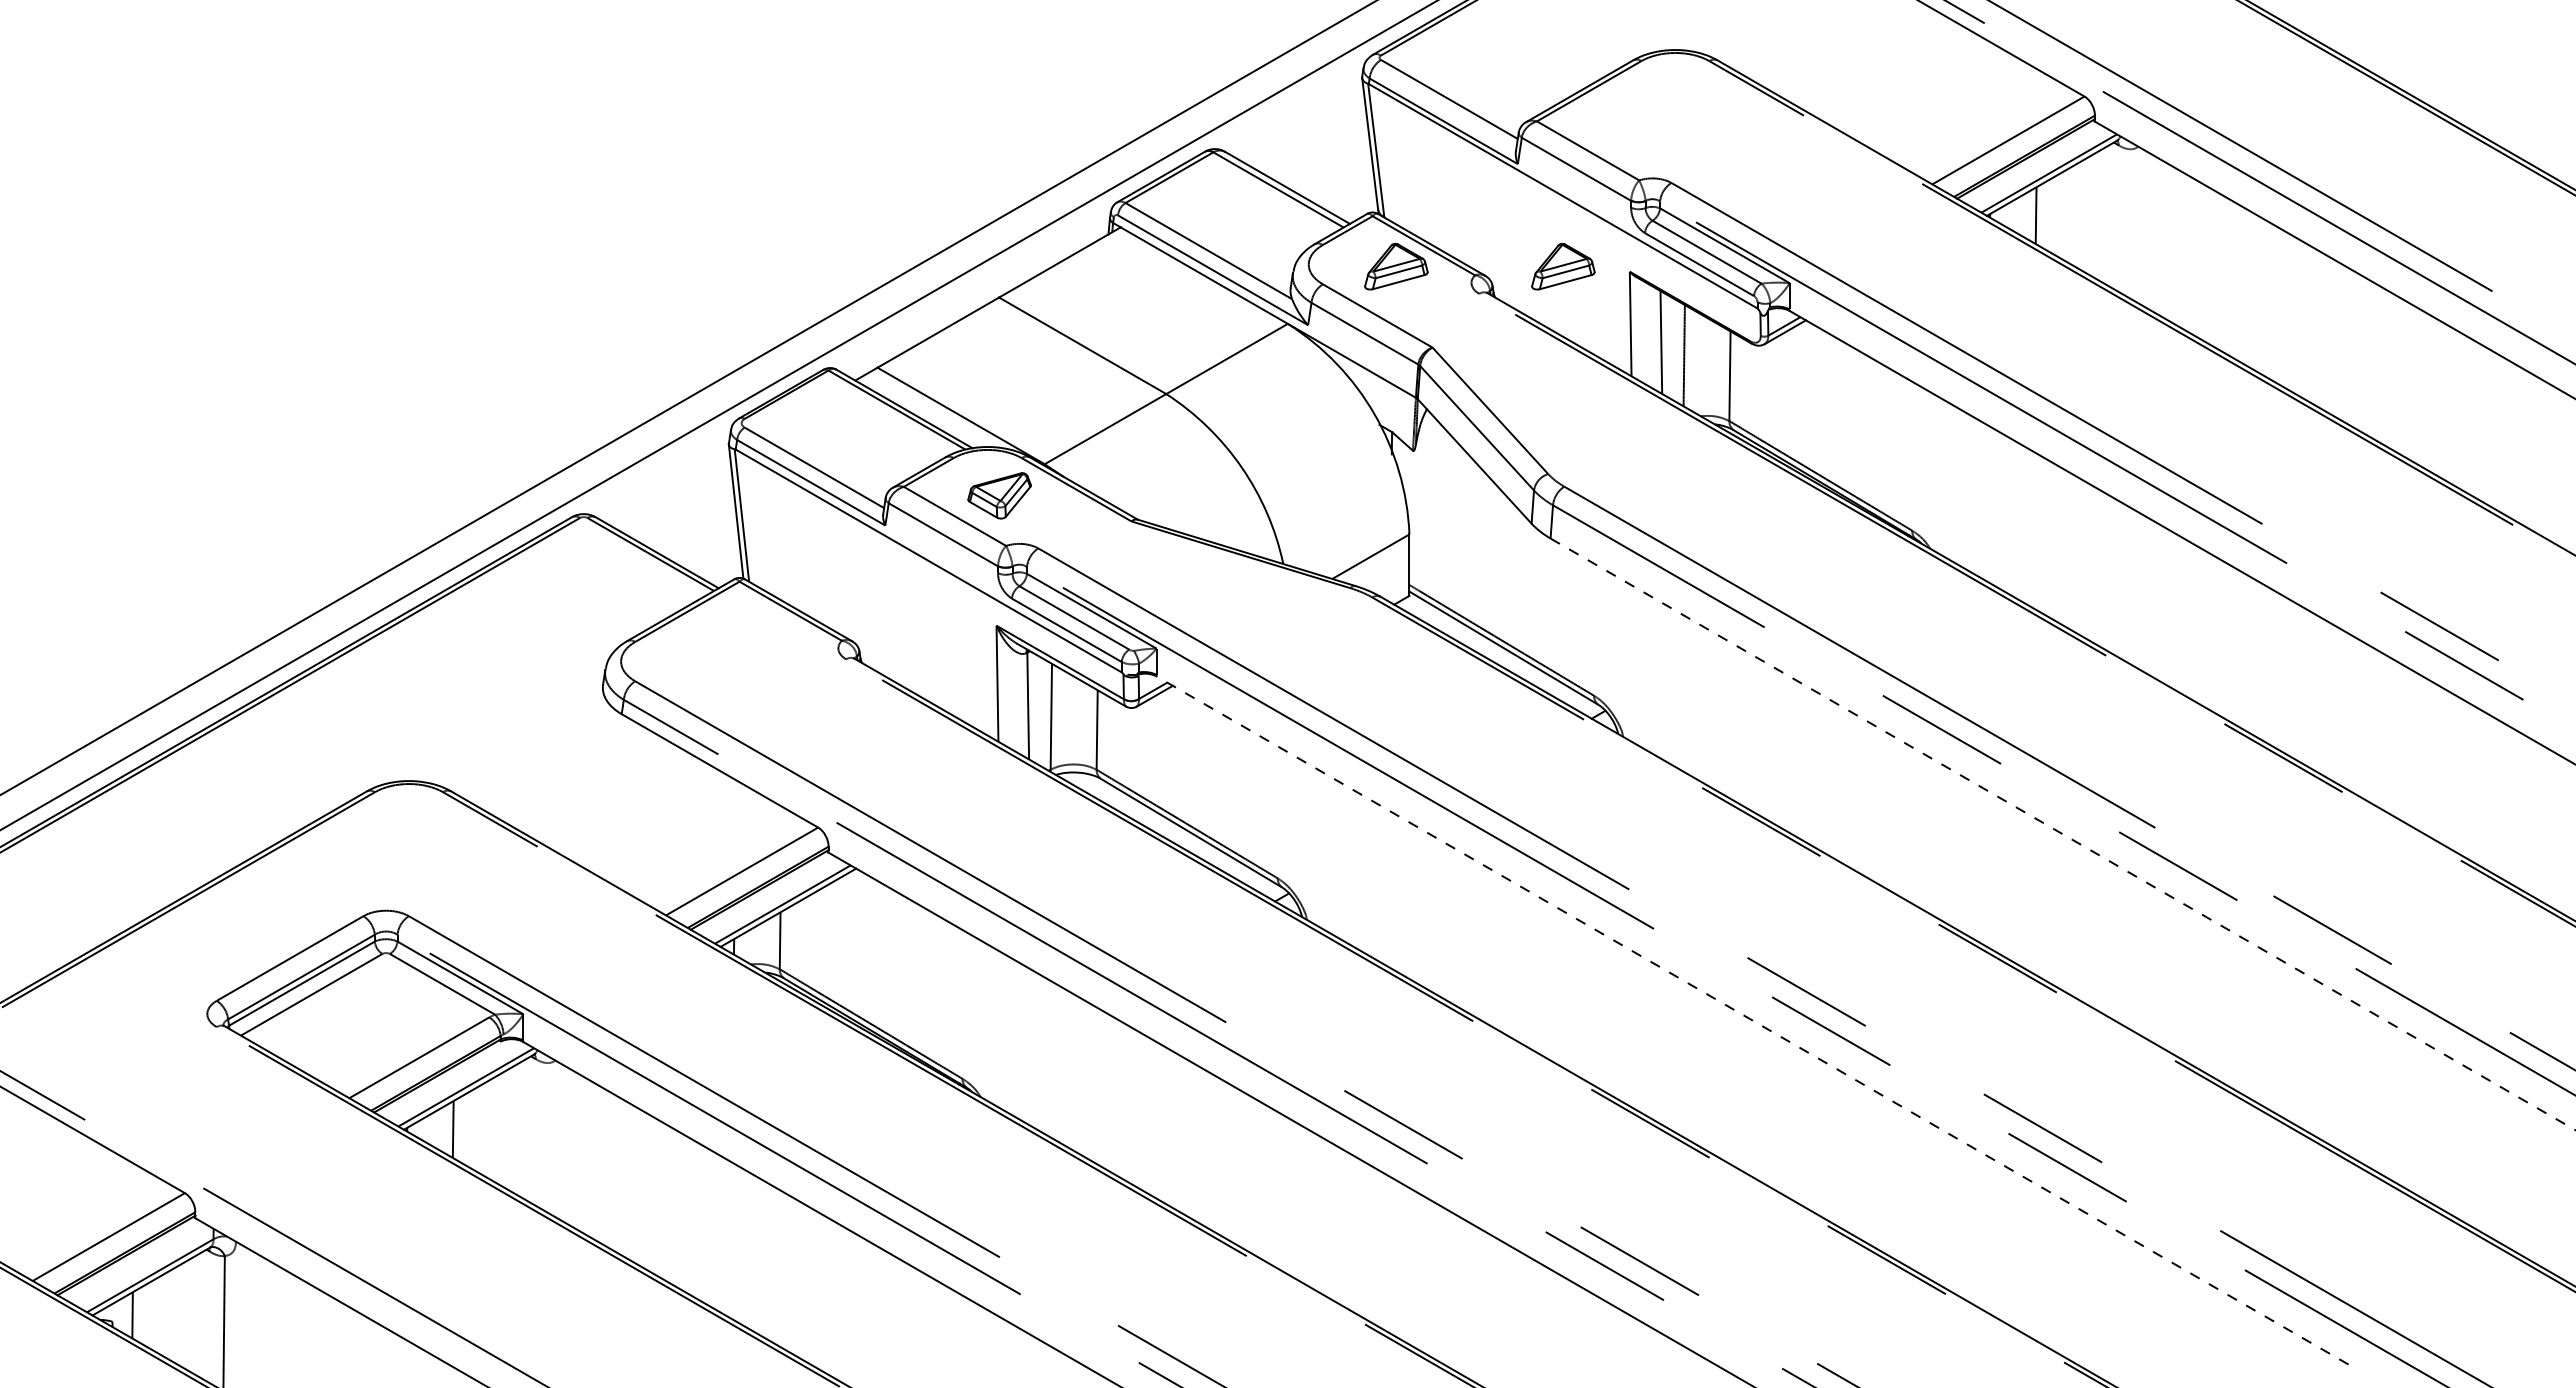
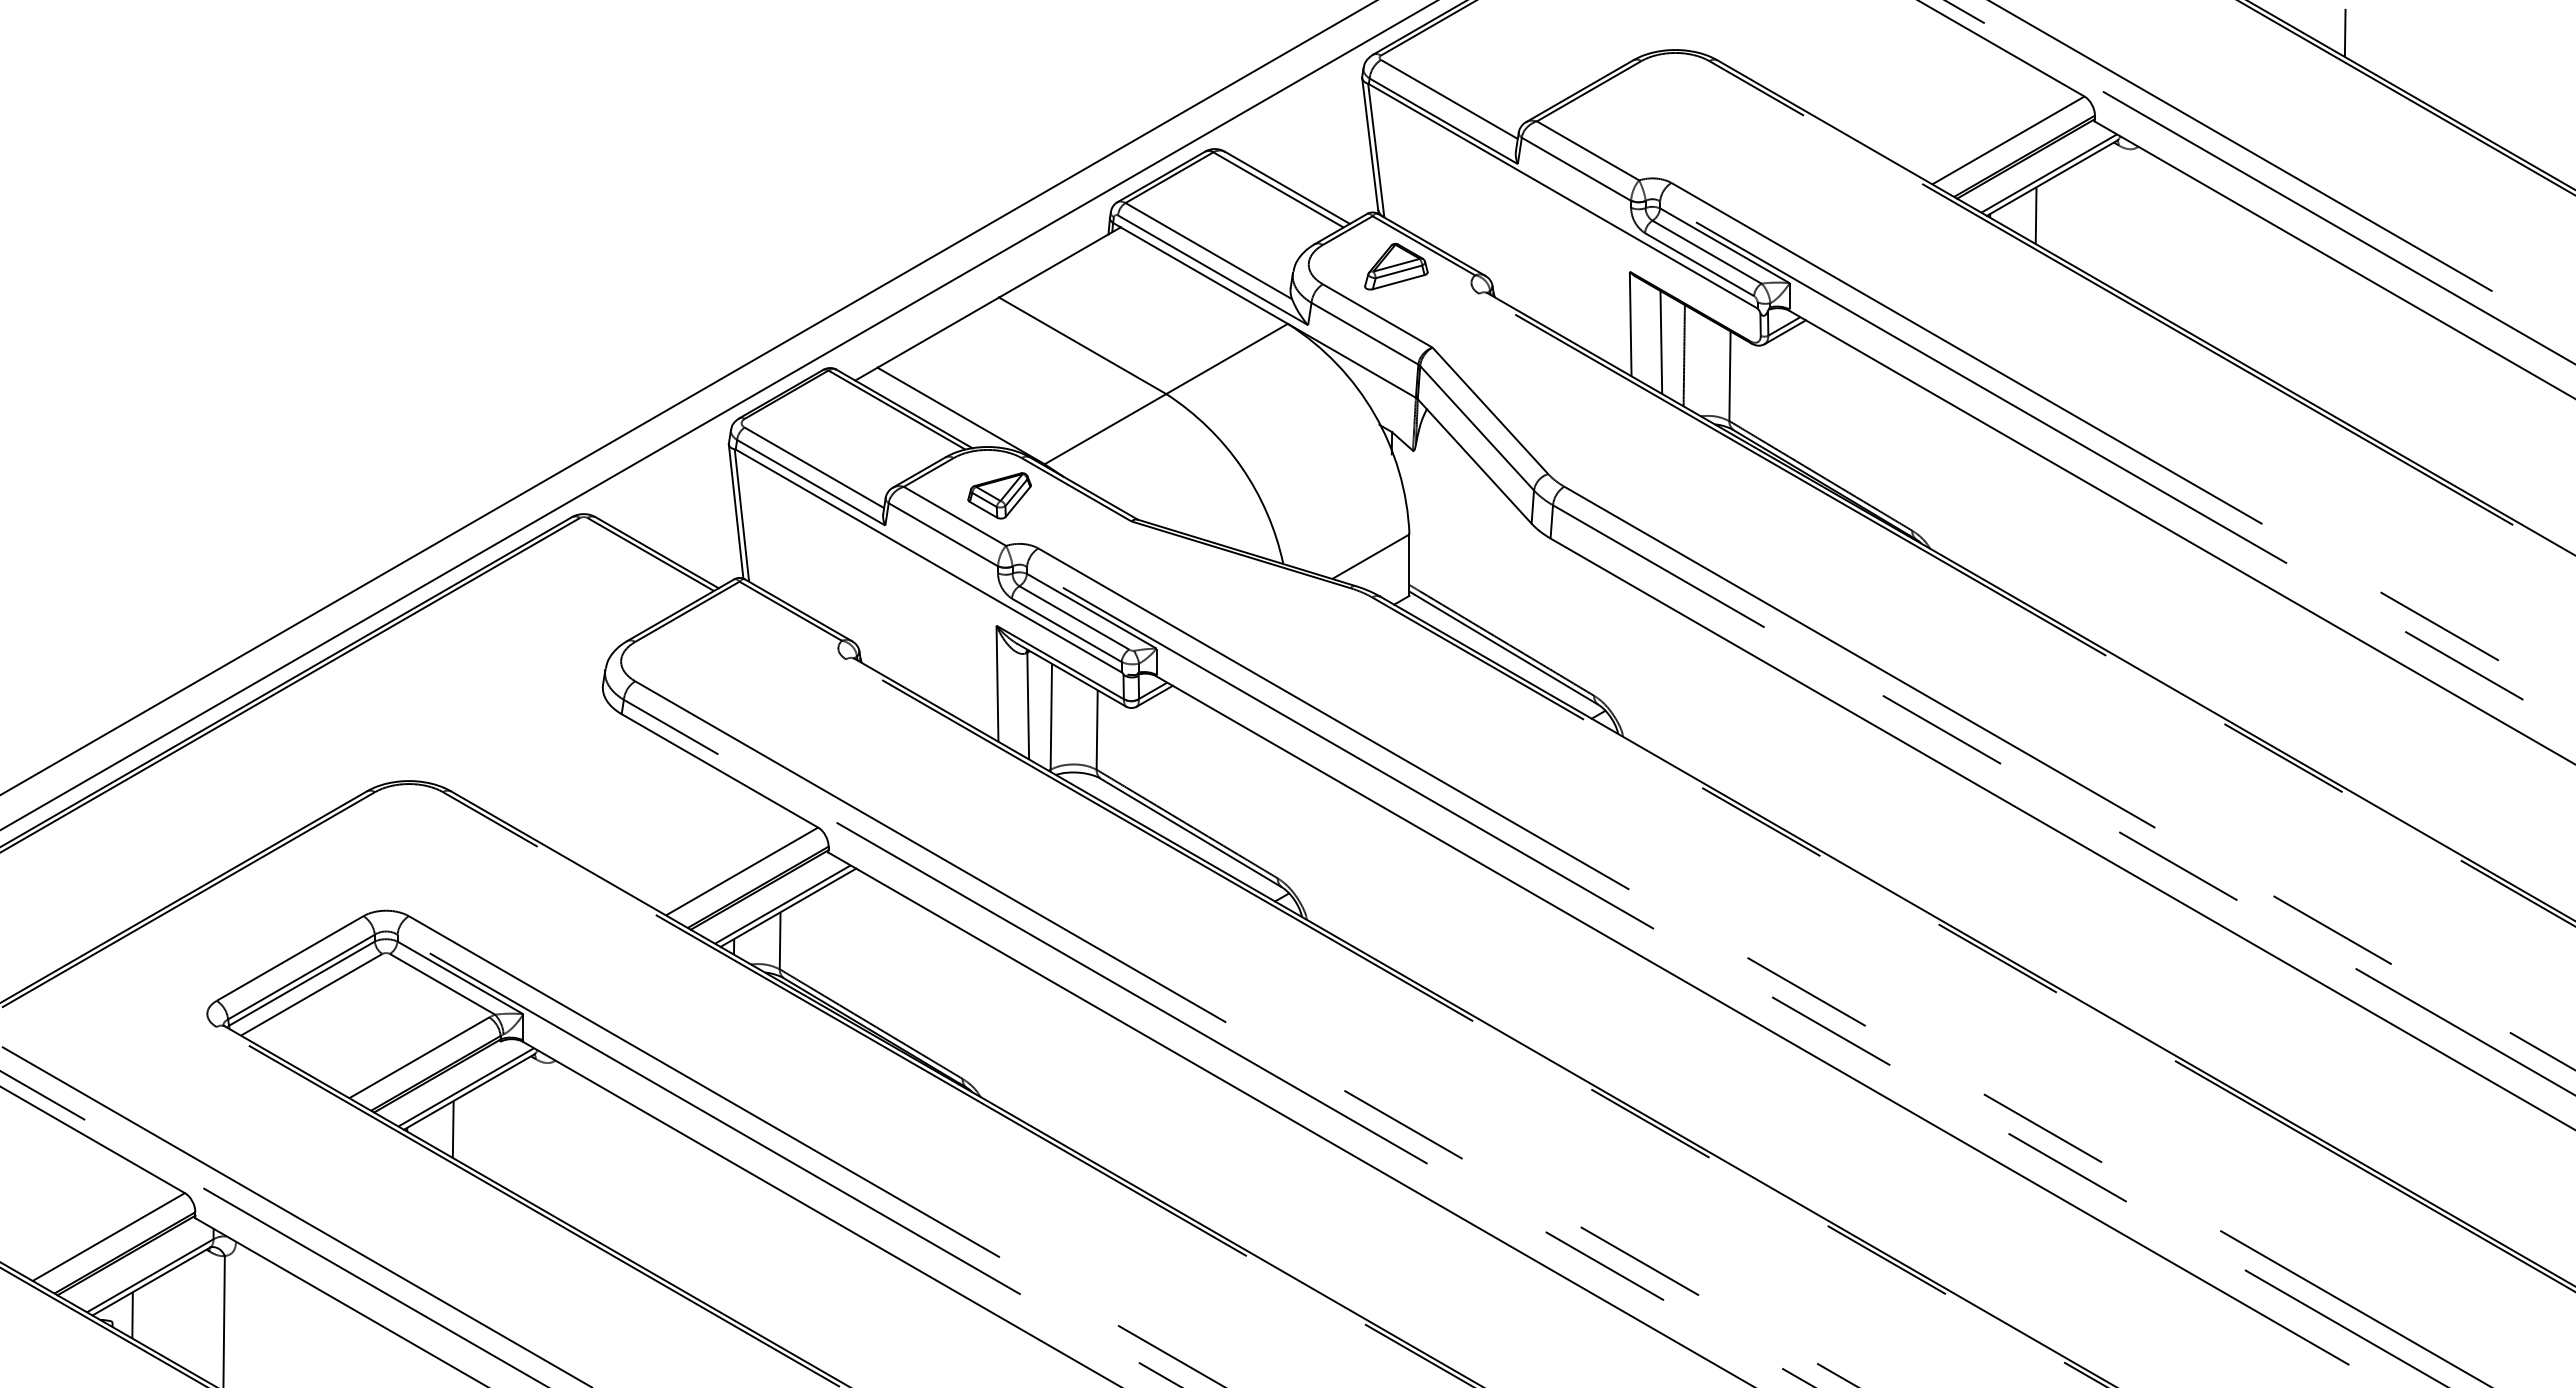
line at (2344, 32): none -> present
part at (1563, 266): present -> none
line at (2063, 834): dashed -> solid
line at (1752, 1020): dashed -> solid
line at (294, 1215): none -> present
